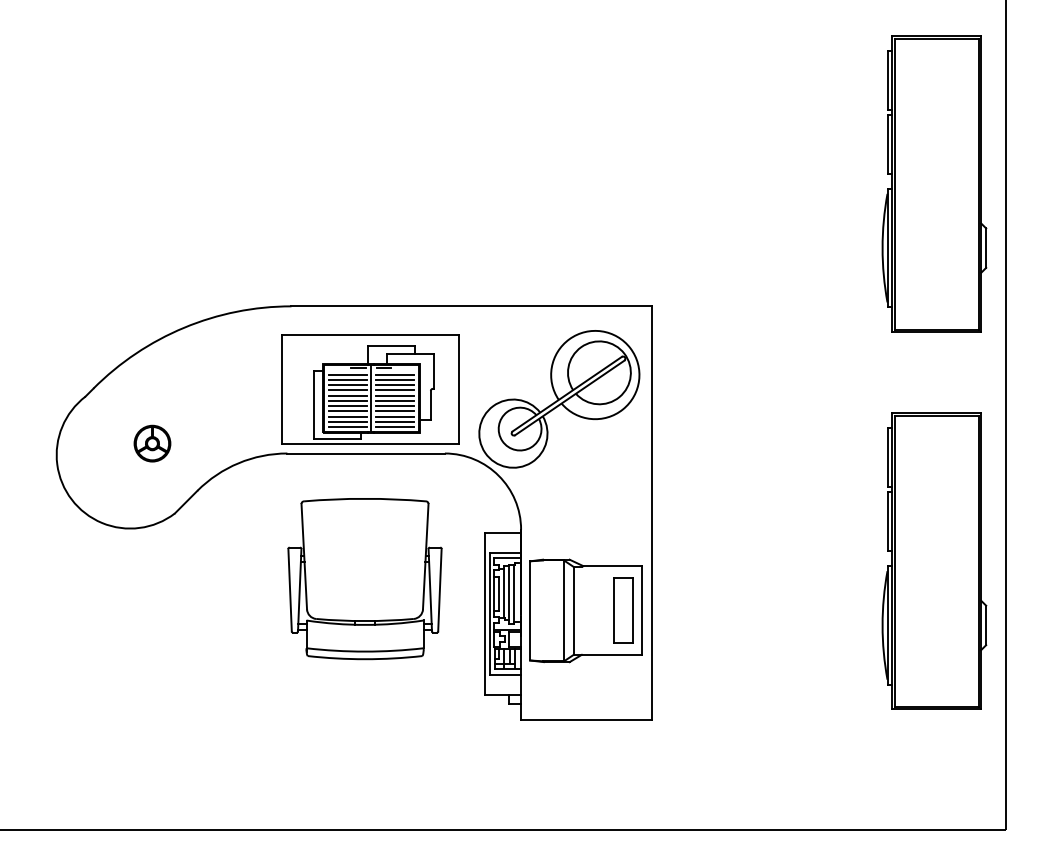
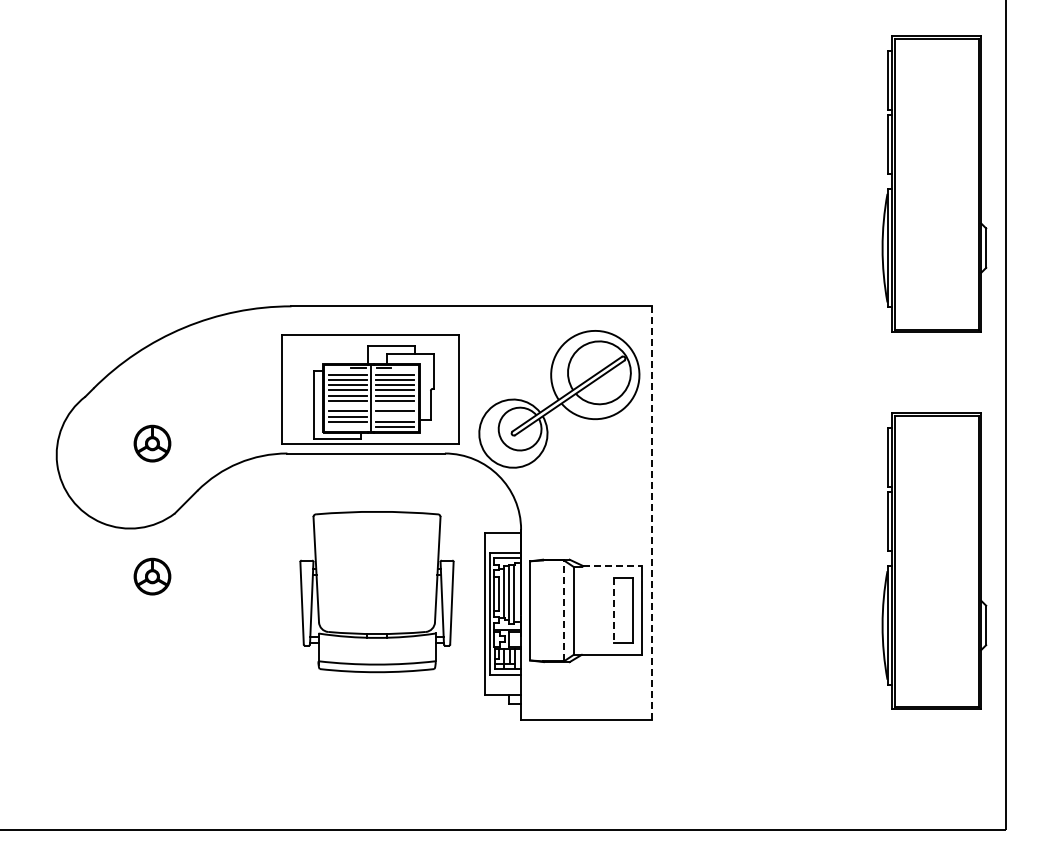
line at (347, 406): present -> none
line at (395, 406): present -> none
line at (395, 416): present -> none
line at (347, 427): present -> none
line at (651, 513): solid -> dashed
line at (613, 566): solid -> dashed
part at (152, 576): none -> present
part at (364, 579) position: (364, 579) -> (376, 592)
line at (564, 610): solid -> dashed
line at (614, 611): solid -> dashed
